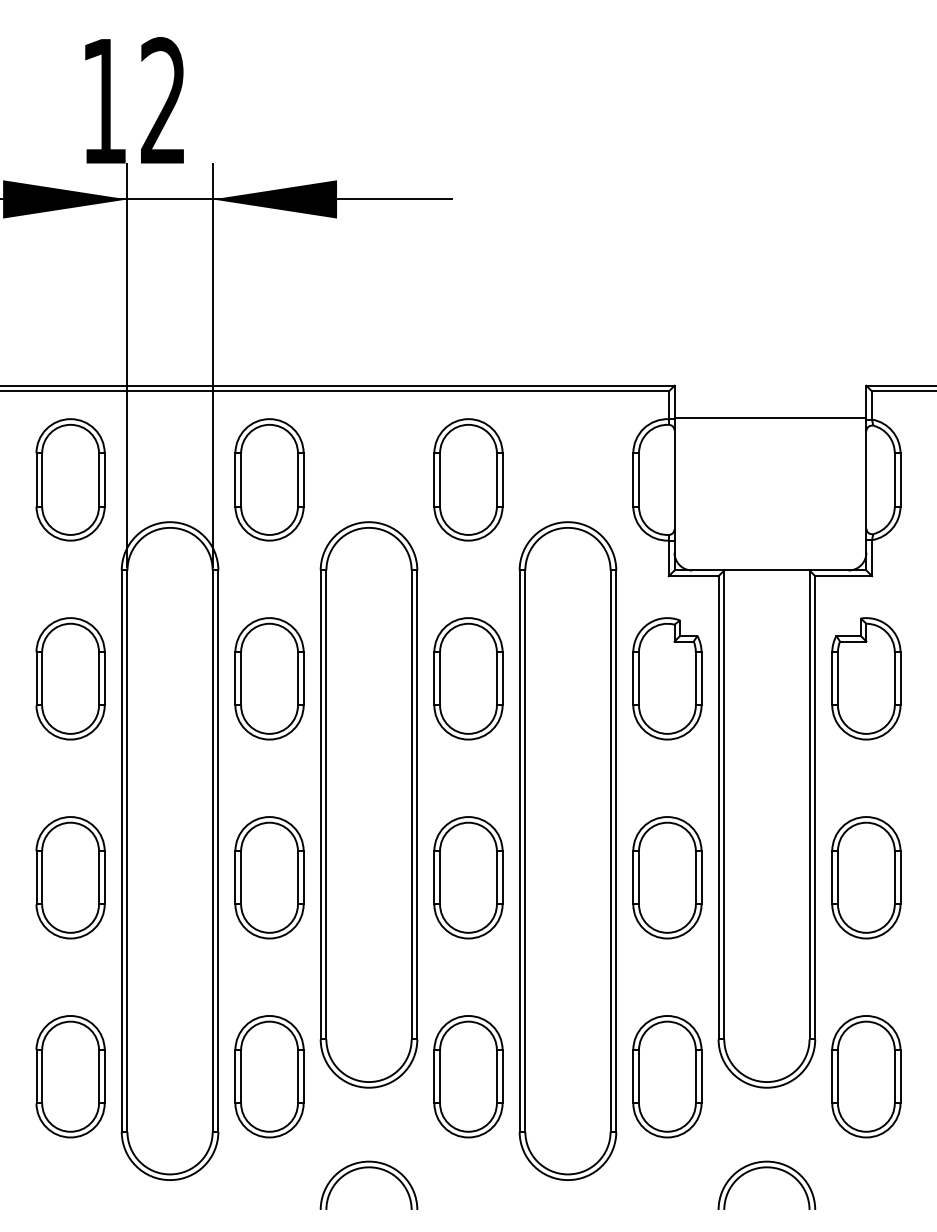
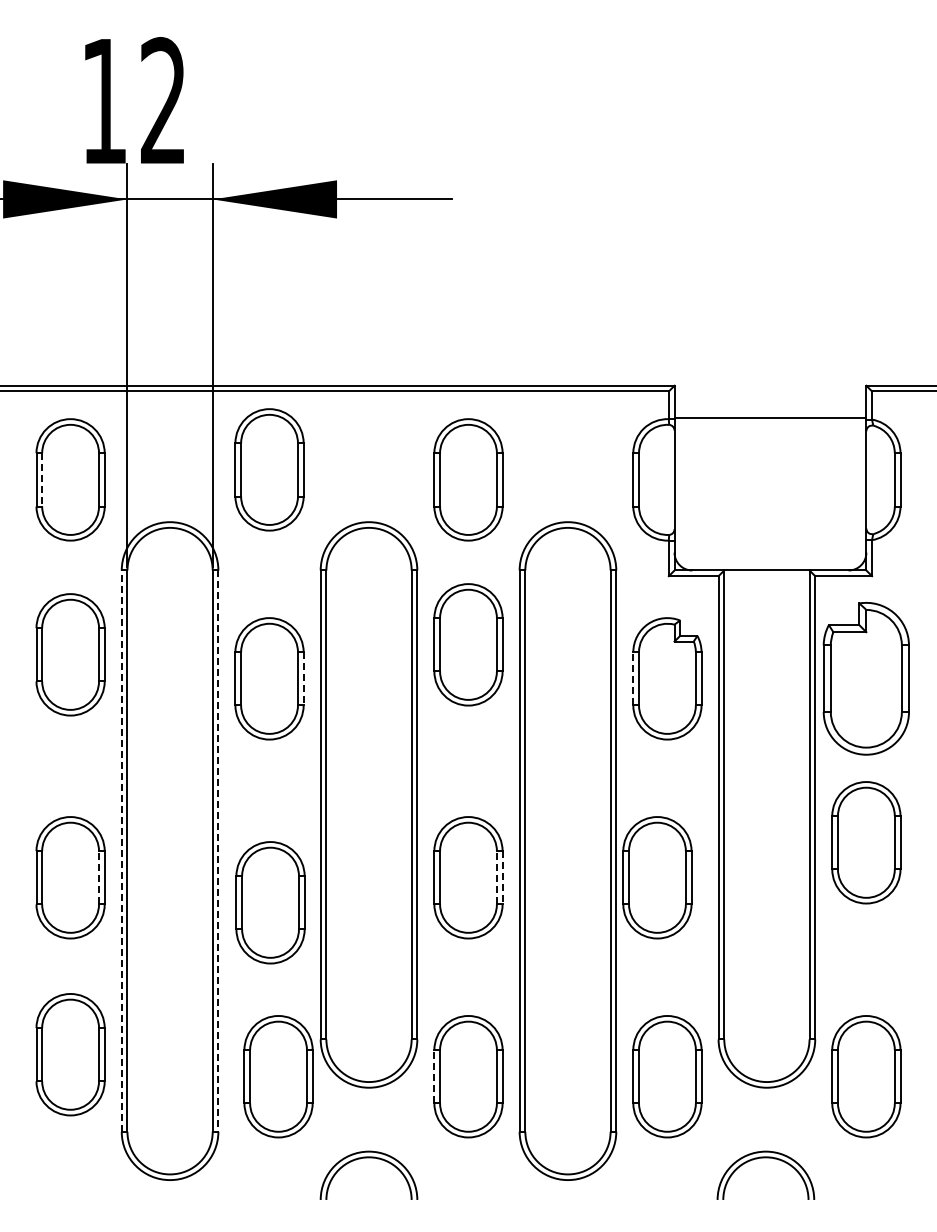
line at (42, 479): solid -> dashed
part at (269, 479) position: (269, 479) -> (269, 469)
part at (70, 678) position: (70, 678) -> (70, 654)
line at (303, 678): solid -> dashed
part at (468, 678) position: (468, 678) -> (468, 644)
line at (633, 678): solid -> dashed
part at (866, 678) size: 71x124 px -> 88x154 px
line at (121, 851): solid -> dashed
line at (218, 851): solid -> dashed
line at (99, 877): solid -> dashed
part at (269, 877) position: (269, 877) -> (270, 902)
line at (496, 877): solid -> dashed
line at (502, 877): solid -> dashed
part at (667, 877) position: (667, 877) -> (657, 877)
part at (866, 877) position: (866, 877) -> (866, 842)
part at (70, 1076) position: (70, 1076) -> (70, 1054)
part at (269, 1076) position: (269, 1076) -> (278, 1076)
line at (434, 1076): solid -> dashed
part at (368, 1168) position: (368, 1168) -> (368, 1158)
part at (766, 1168) position: (766, 1168) -> (765, 1158)
